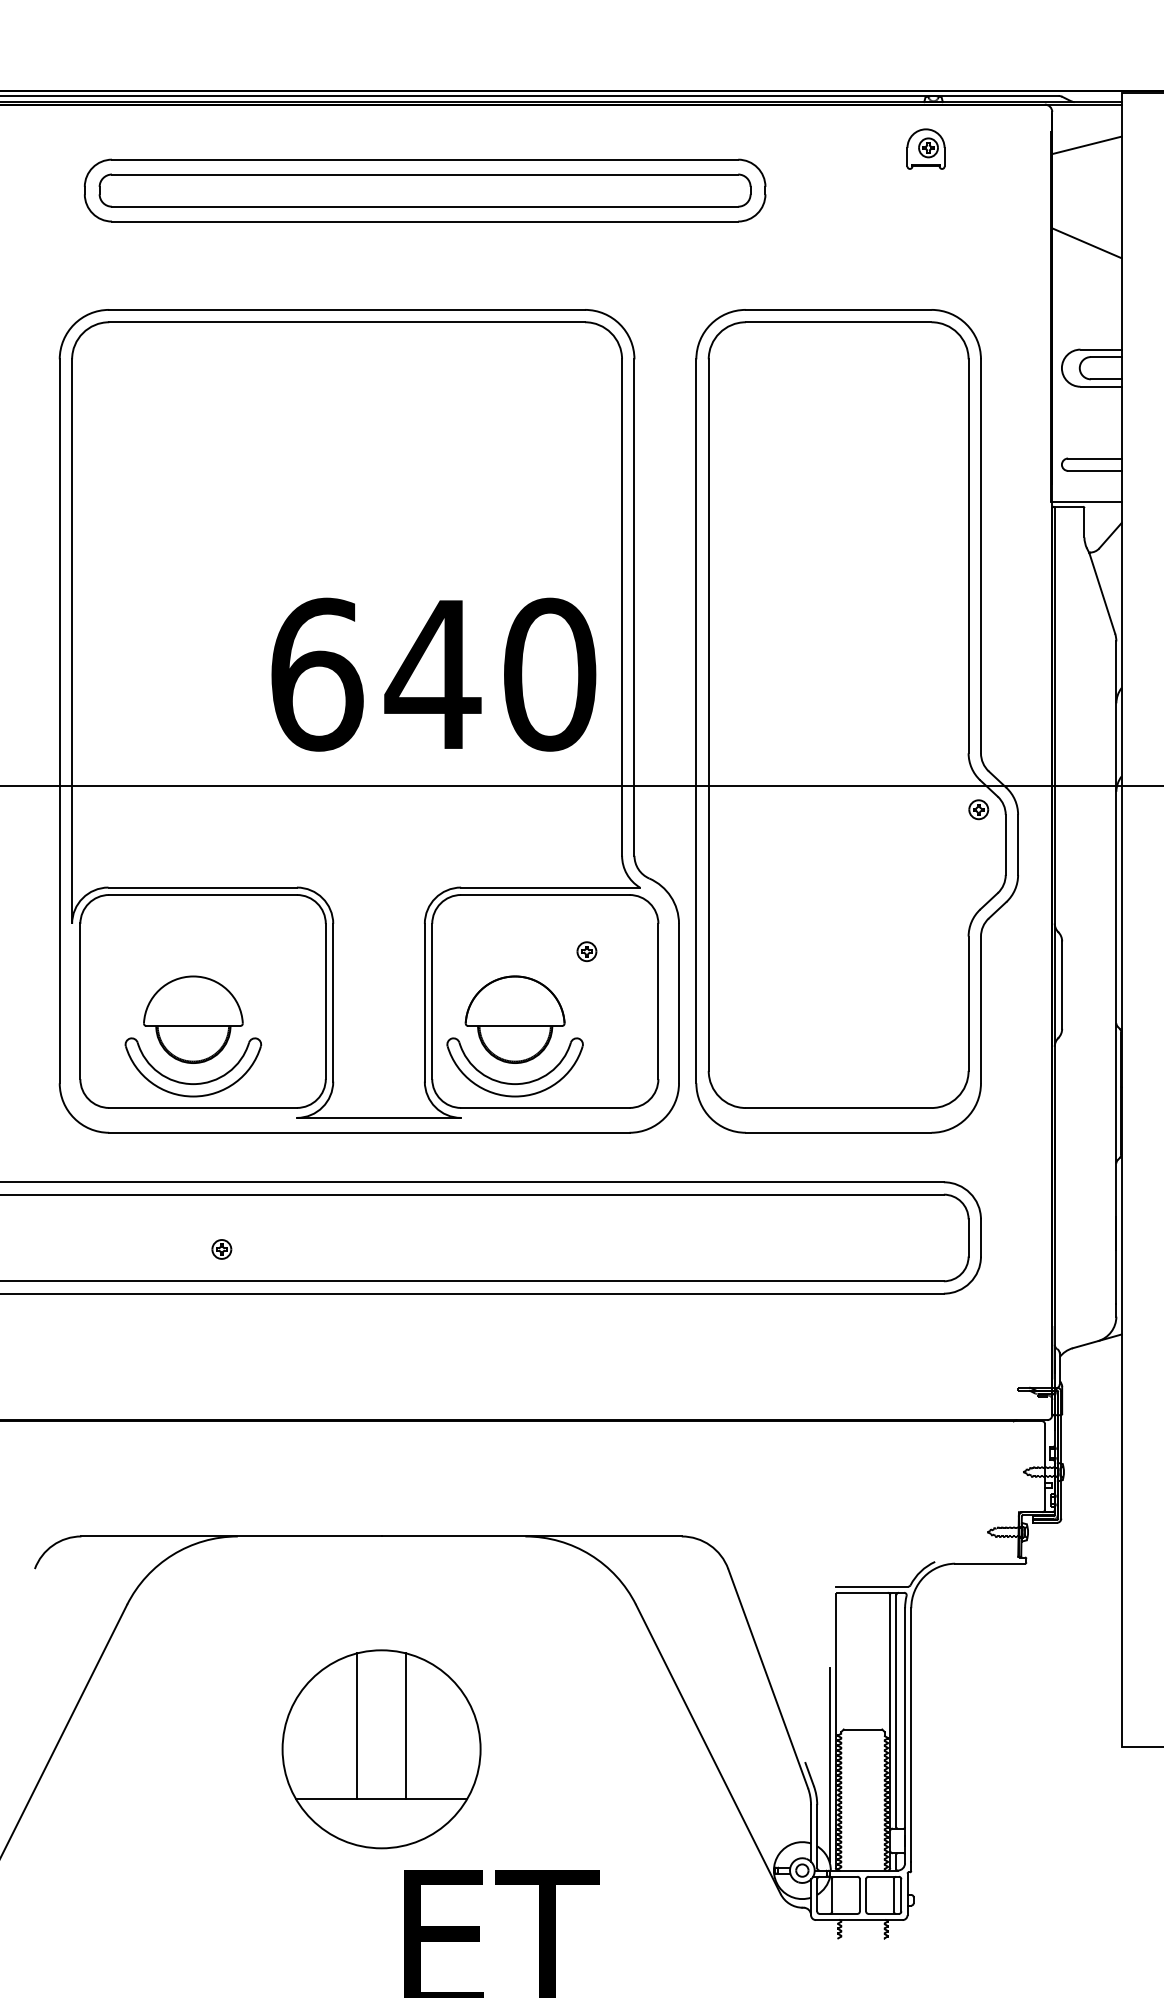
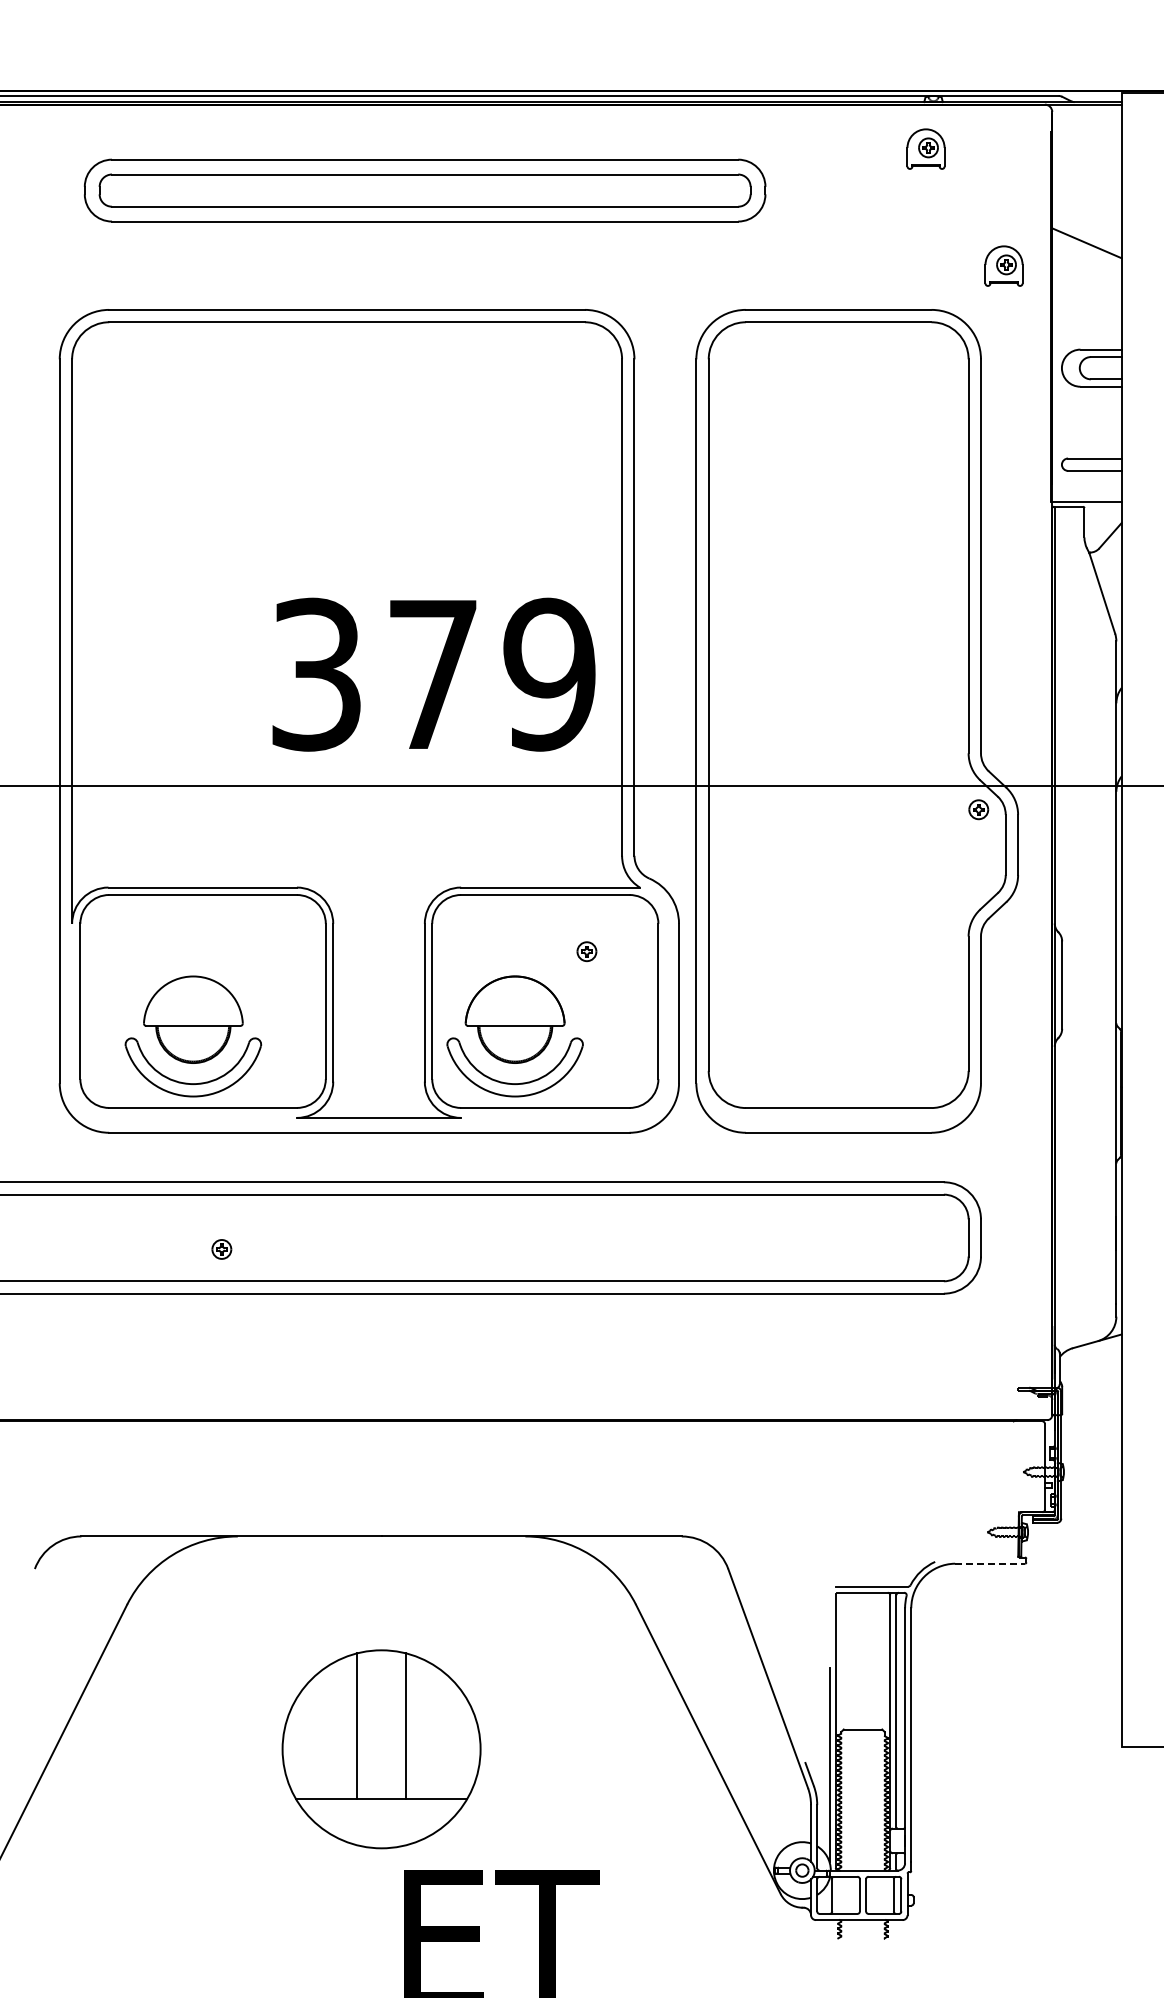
line at (1086, 145): present -> none
part at (1003, 265): none -> present
text at (433, 674): 640 -> 379
line at (990, 1563): solid -> dashed
